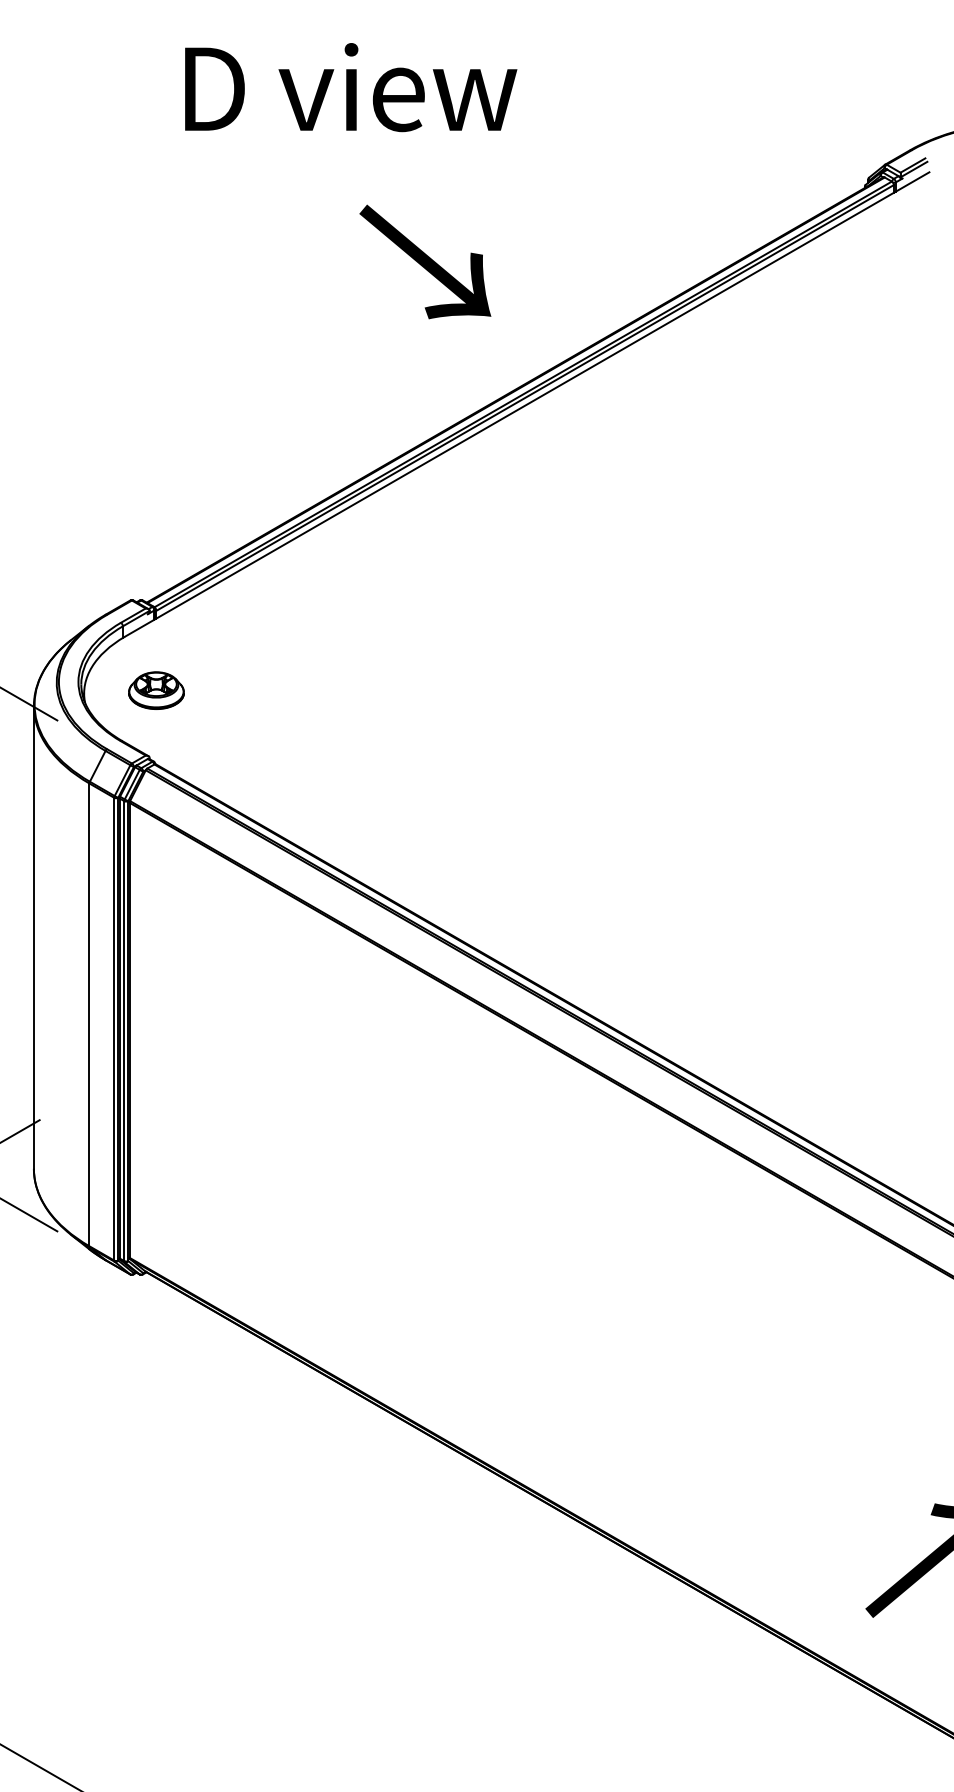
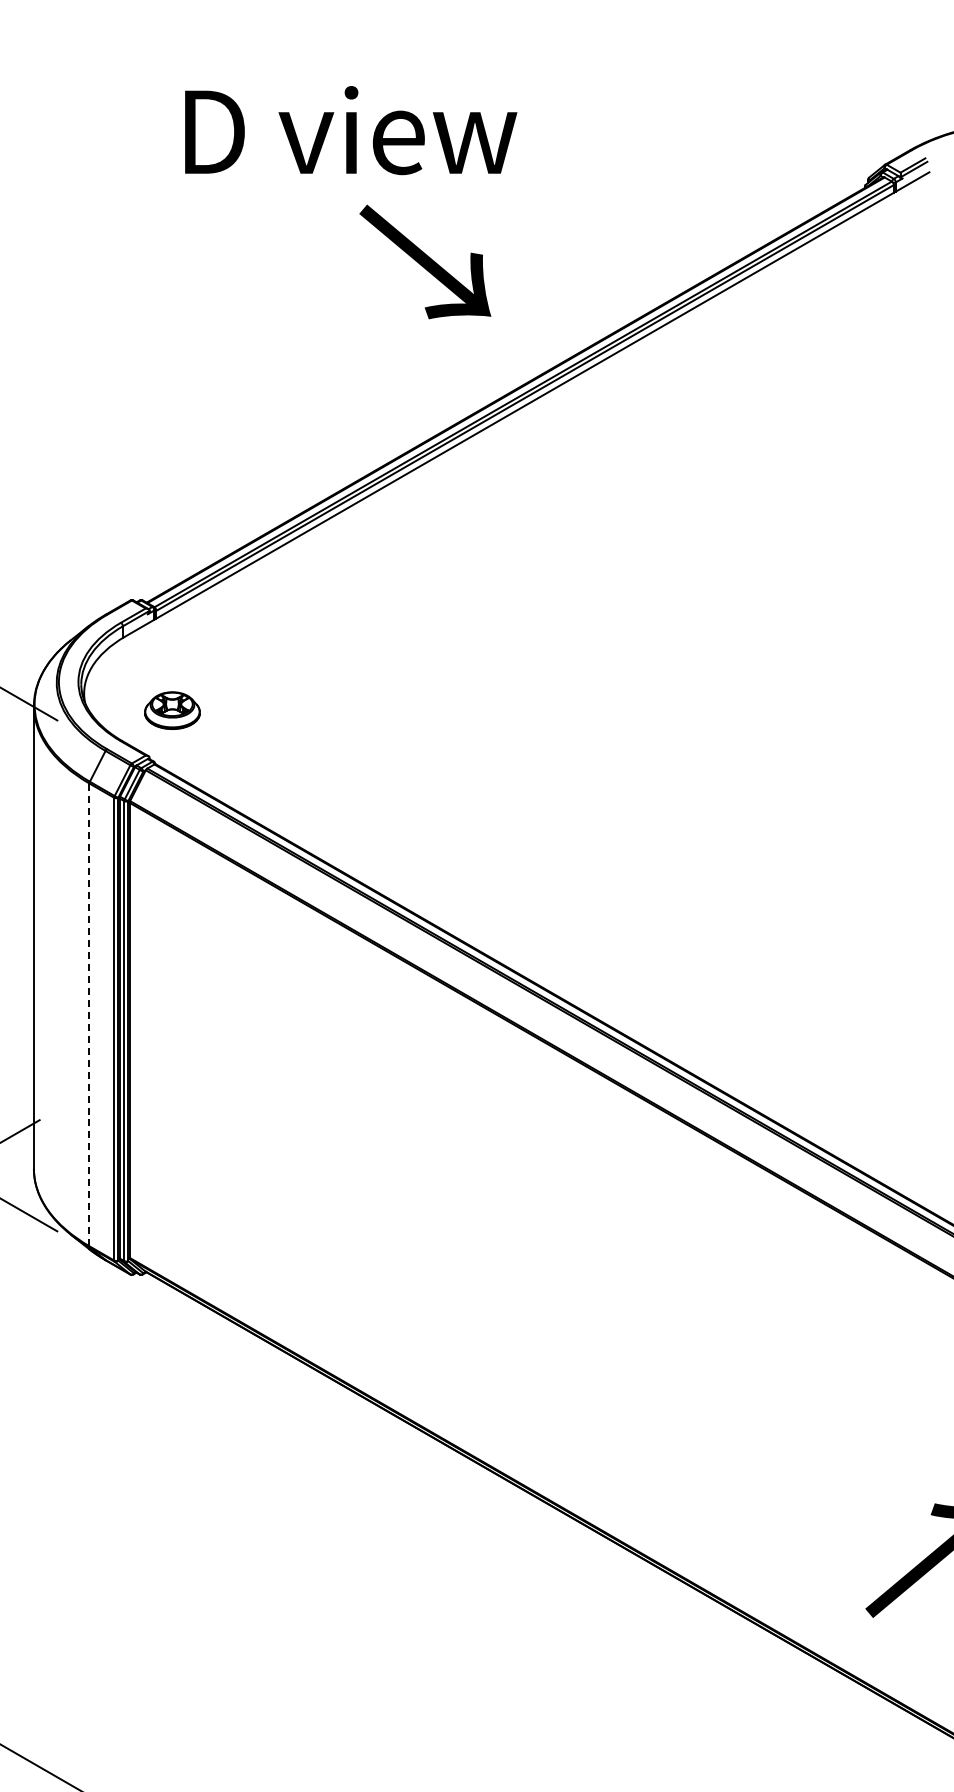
text at (351, 87) position: (351, 87) -> (351, 130)
part at (156, 690) position: (156, 690) -> (172, 710)
line at (89, 1014): solid -> dashed
